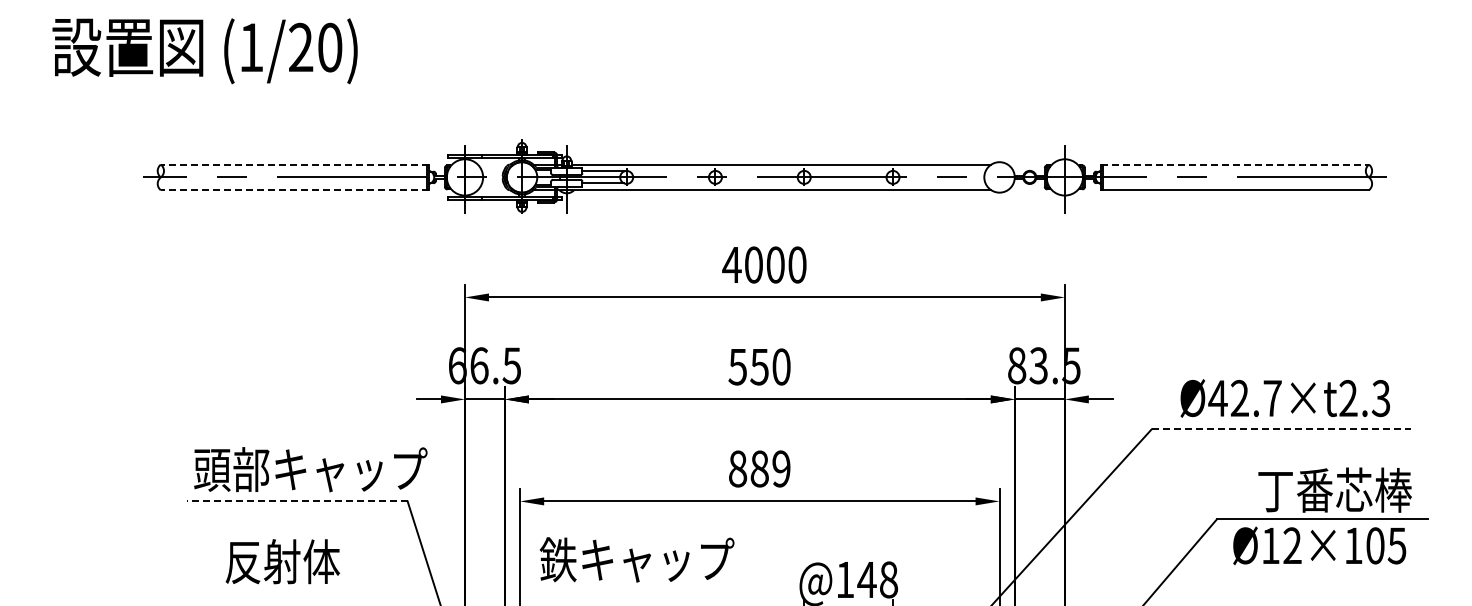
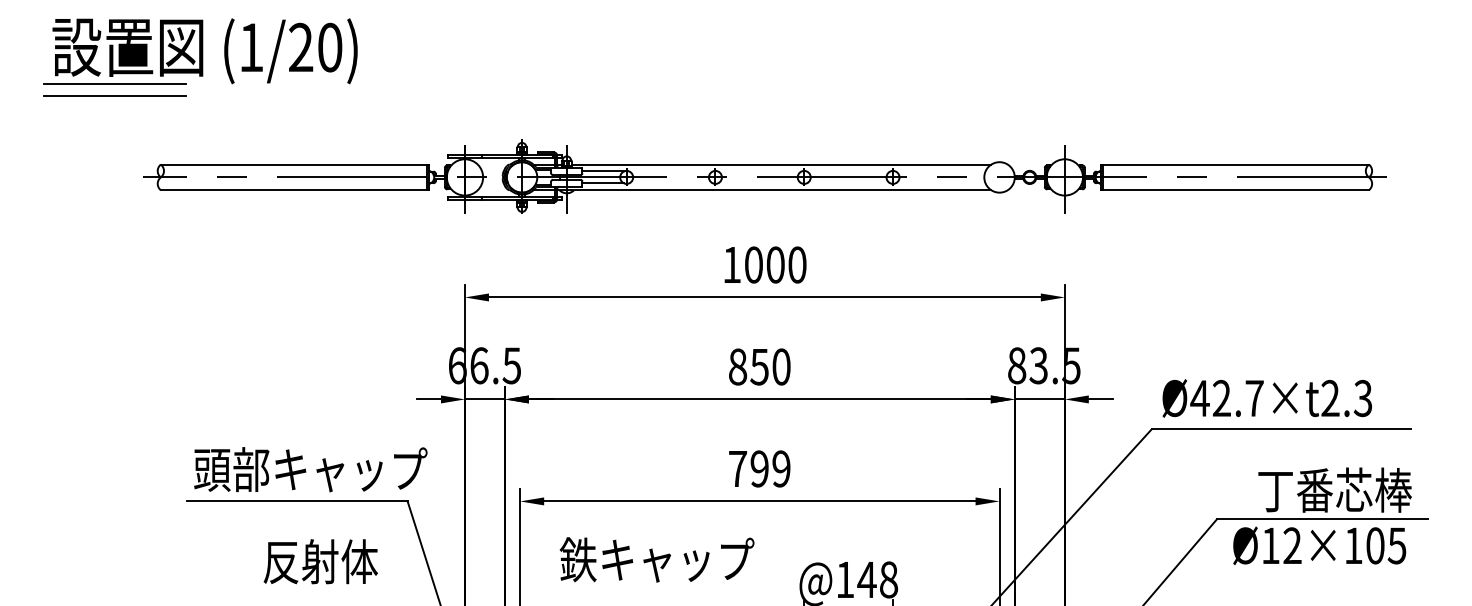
line at (114, 83): none -> present
line at (114, 95): none -> present
line at (294, 164): dashed -> solid
line at (1235, 164): dashed -> solid
line at (294, 190): dashed -> solid
text at (731, 264): 4000 -> 1000
text at (737, 366): 550 -> 850
text at (1284, 398) position: (1284, 398) -> (1266, 398)
line at (1281, 429): dashed -> solid
text at (748, 468): 889 -> 799
line at (296, 501): dashed -> solid
text at (636, 559) position: (636, 559) -> (656, 559)
text at (282, 561) position: (282, 561) -> (320, 561)
